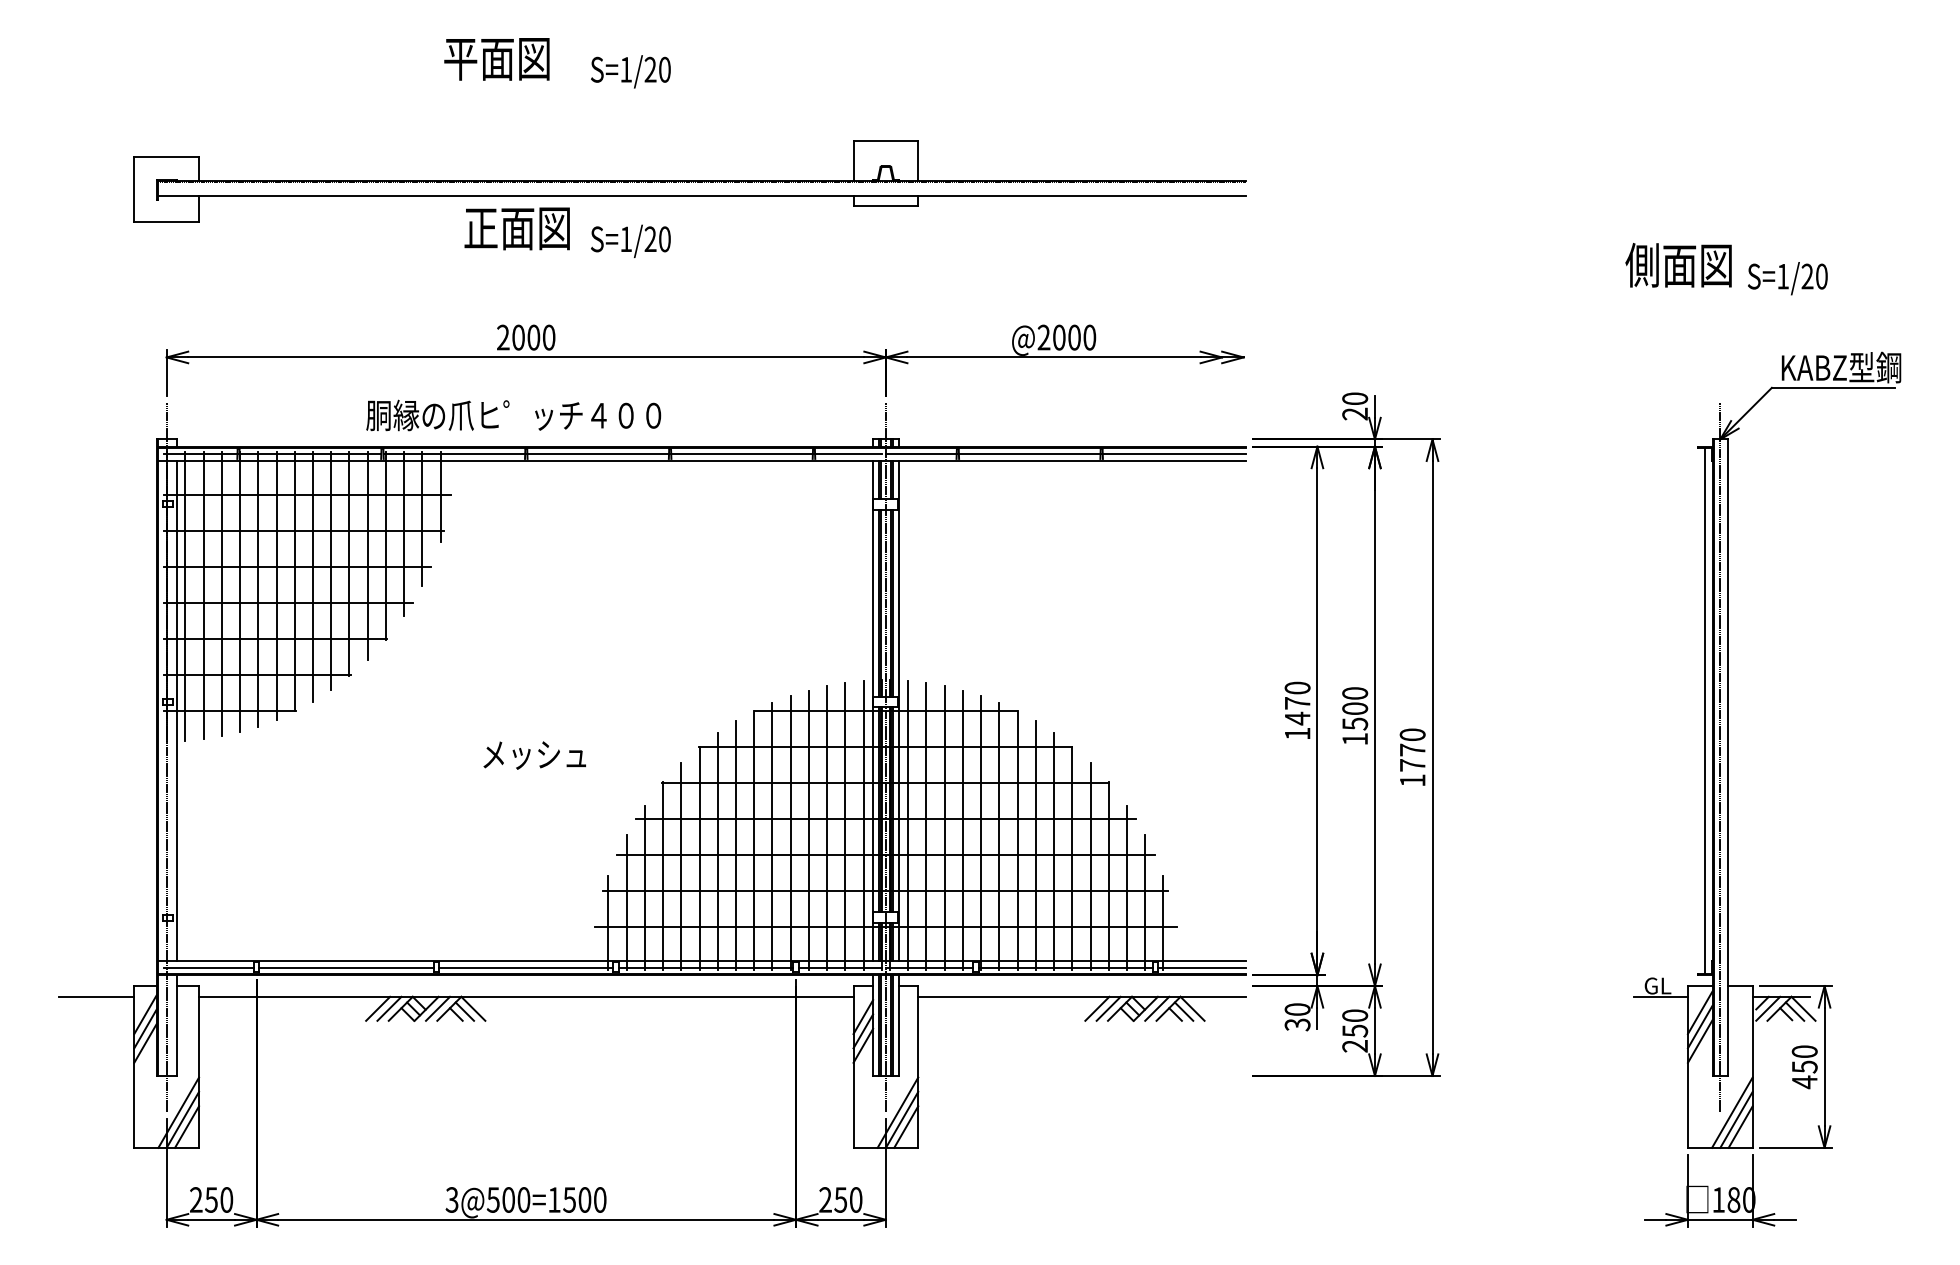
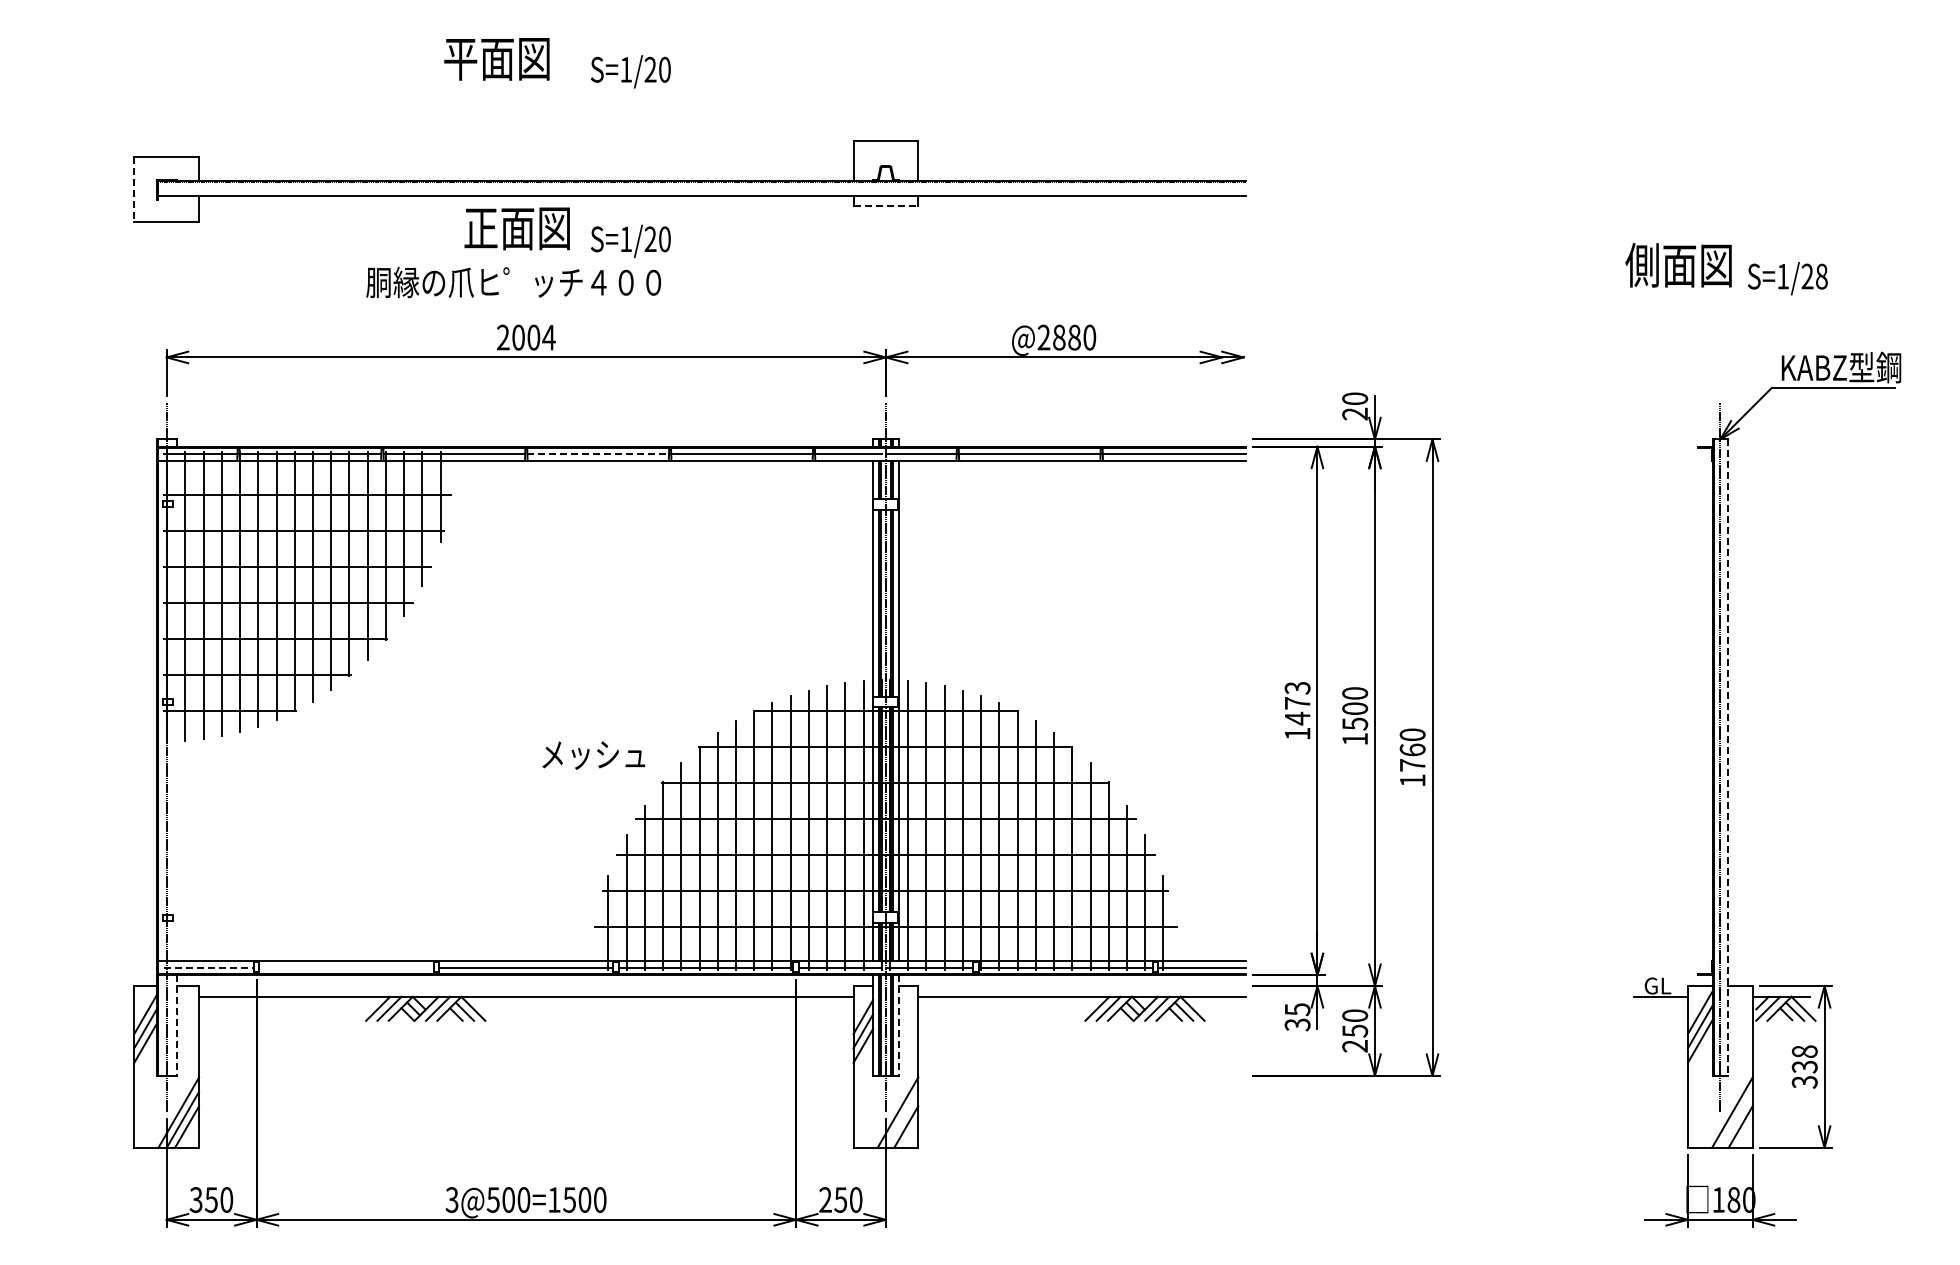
line at (134, 190): solid -> dashed
line at (886, 206): solid -> dashed
text at (1821, 276): S=1/20 -> S=1/28
text at (548, 337): 2000 -> 2004
text at (1066, 337): @2000 -> @2880
text at (513, 415) position: (513, 415) -> (513, 282)
line at (598, 453): solid -> dashed
text at (1297, 687): 1470 -> 1473
line at (176, 710): present -> none
line at (1705, 710): present -> none
text at (1412, 749): 1770 -> 1760
text at (534, 755) position: (534, 755) -> (593, 755)
line at (1727, 758): solid -> dashed
line at (209, 968): solid -> dashed
line at (346, 968): present -> none
line at (96, 996): present -> none
text at (1297, 1009): 30 -> 35
line at (176, 1026): solid -> dashed
line at (898, 1026): solid -> dashed
text at (1804, 1067): 450 -> 338
line at (901, 1119): present -> none
line at (1736, 1119): present -> none
text at (195, 1199): 250 -> 350
